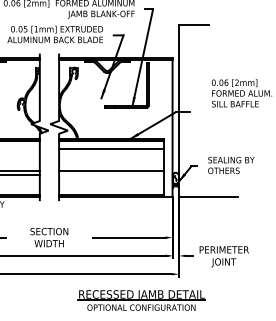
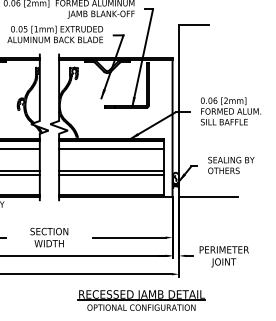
text at (241, 93) position: (241, 93) -> (230, 111)
line at (20, 149): none -> present
line at (111, 174): none -> present
